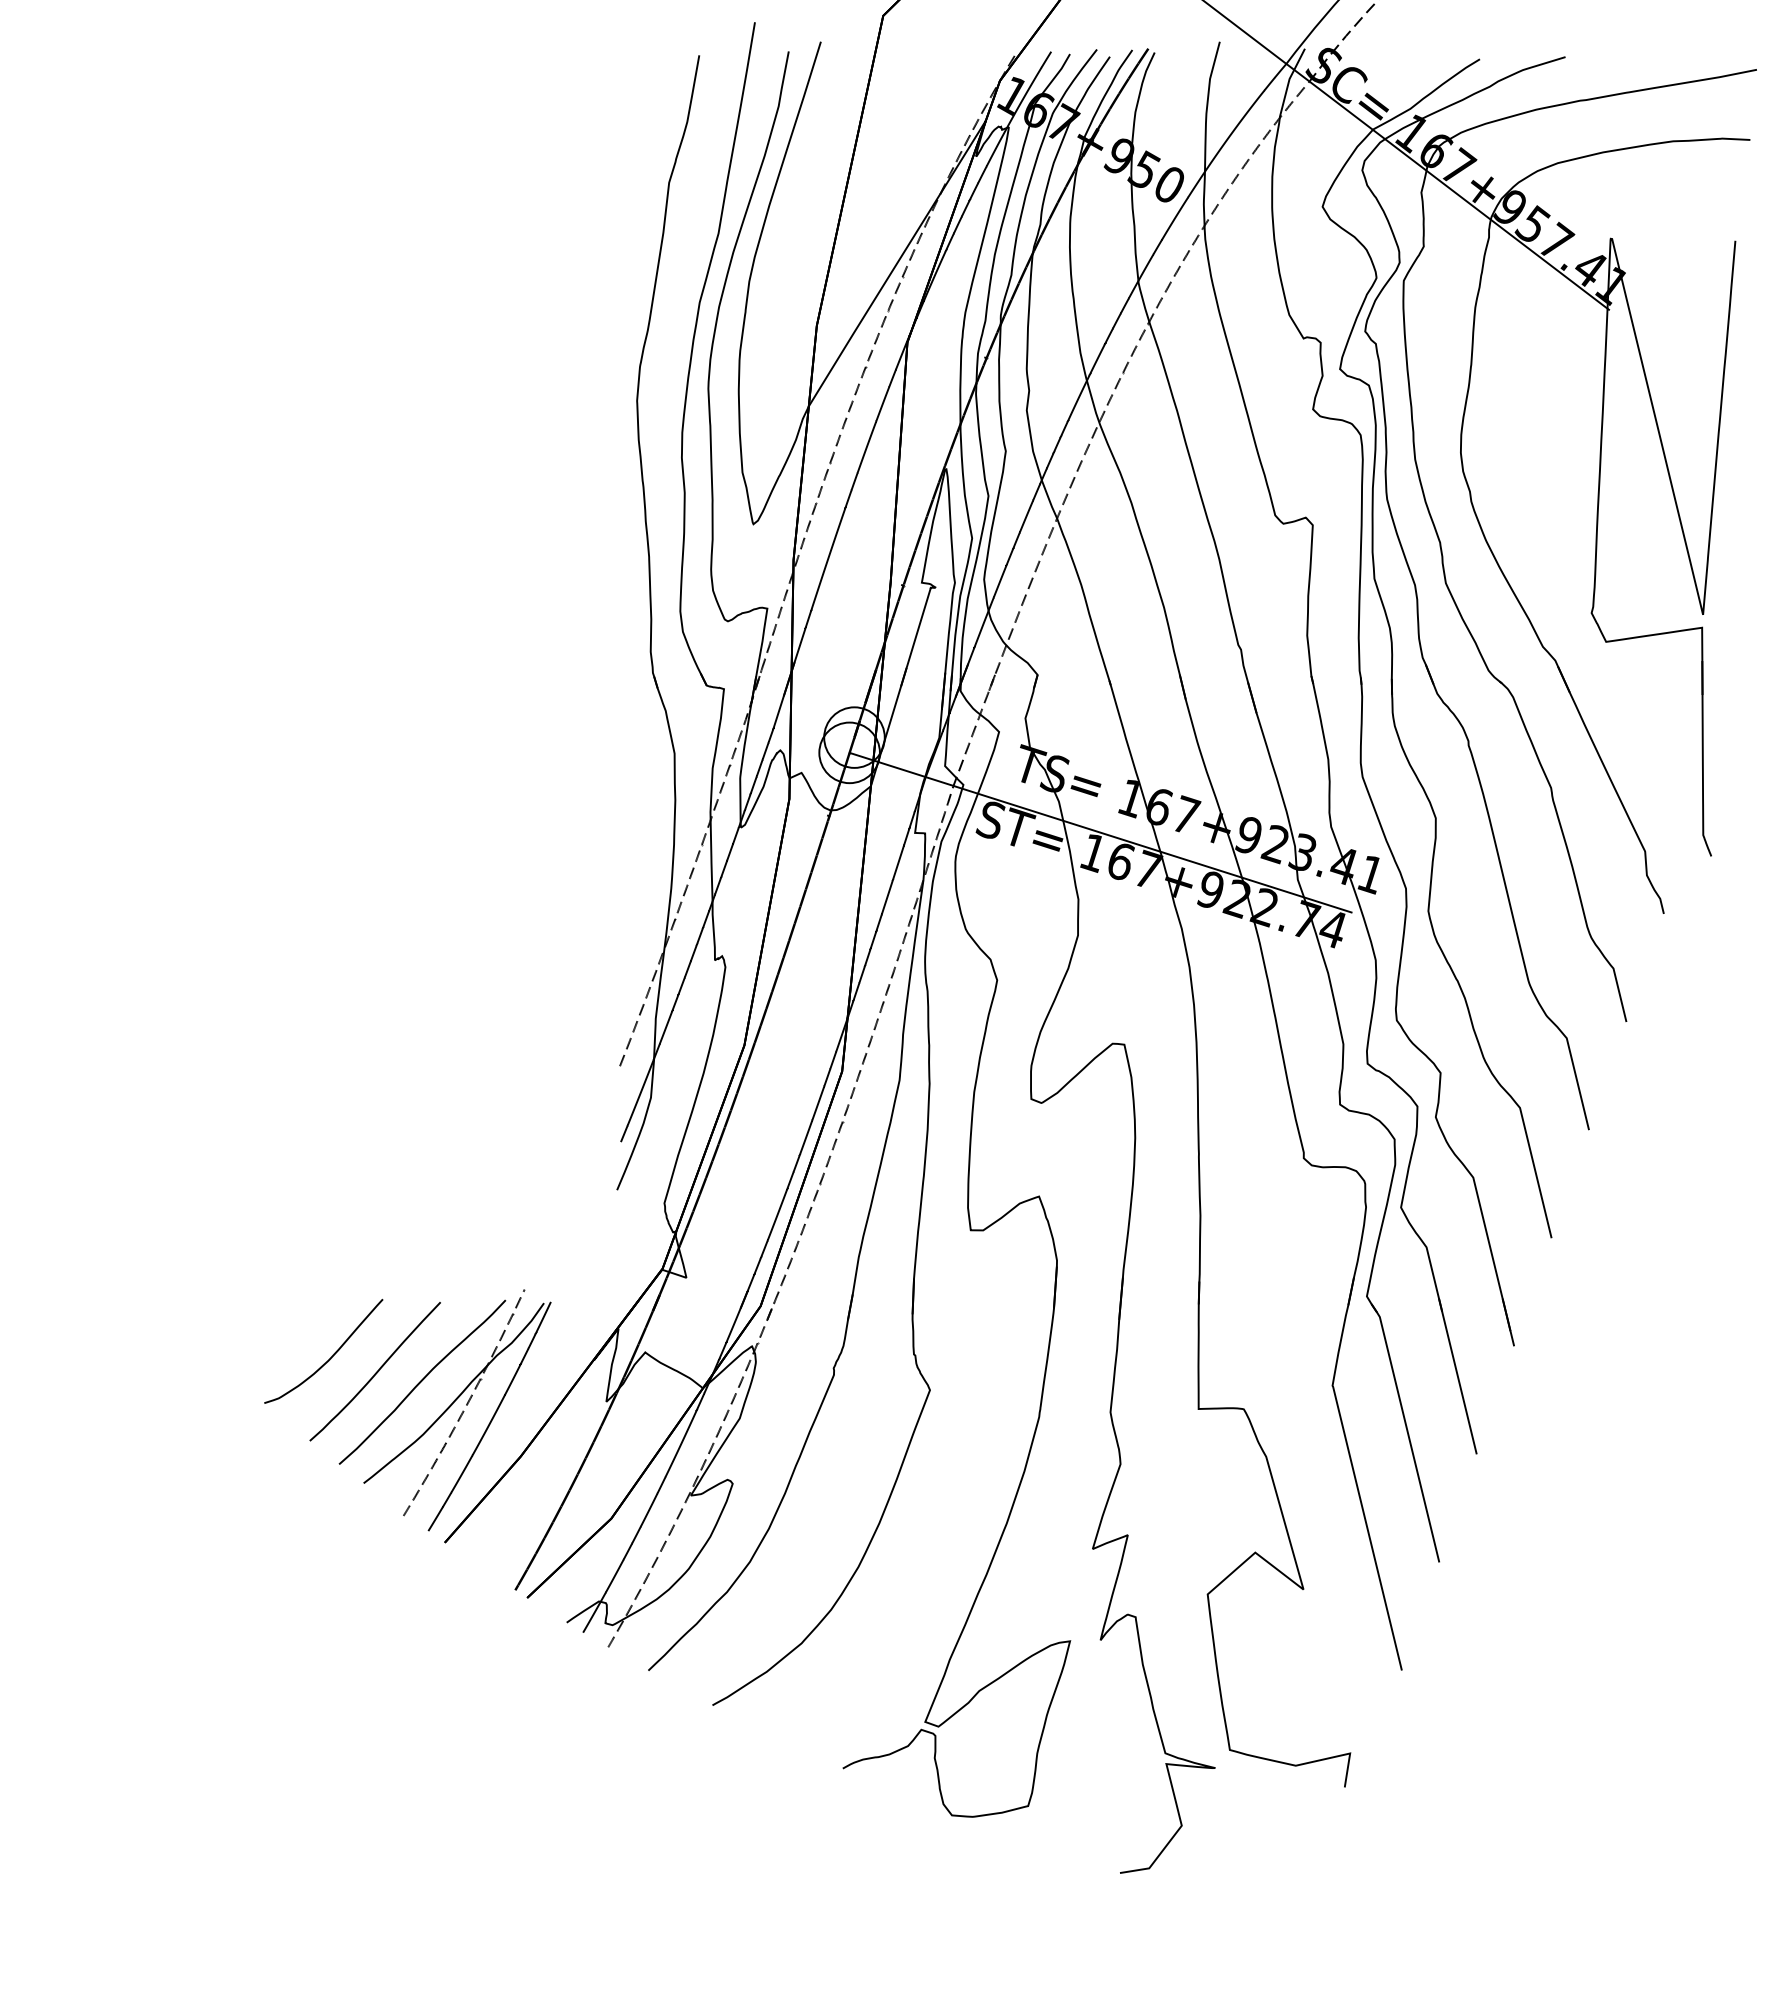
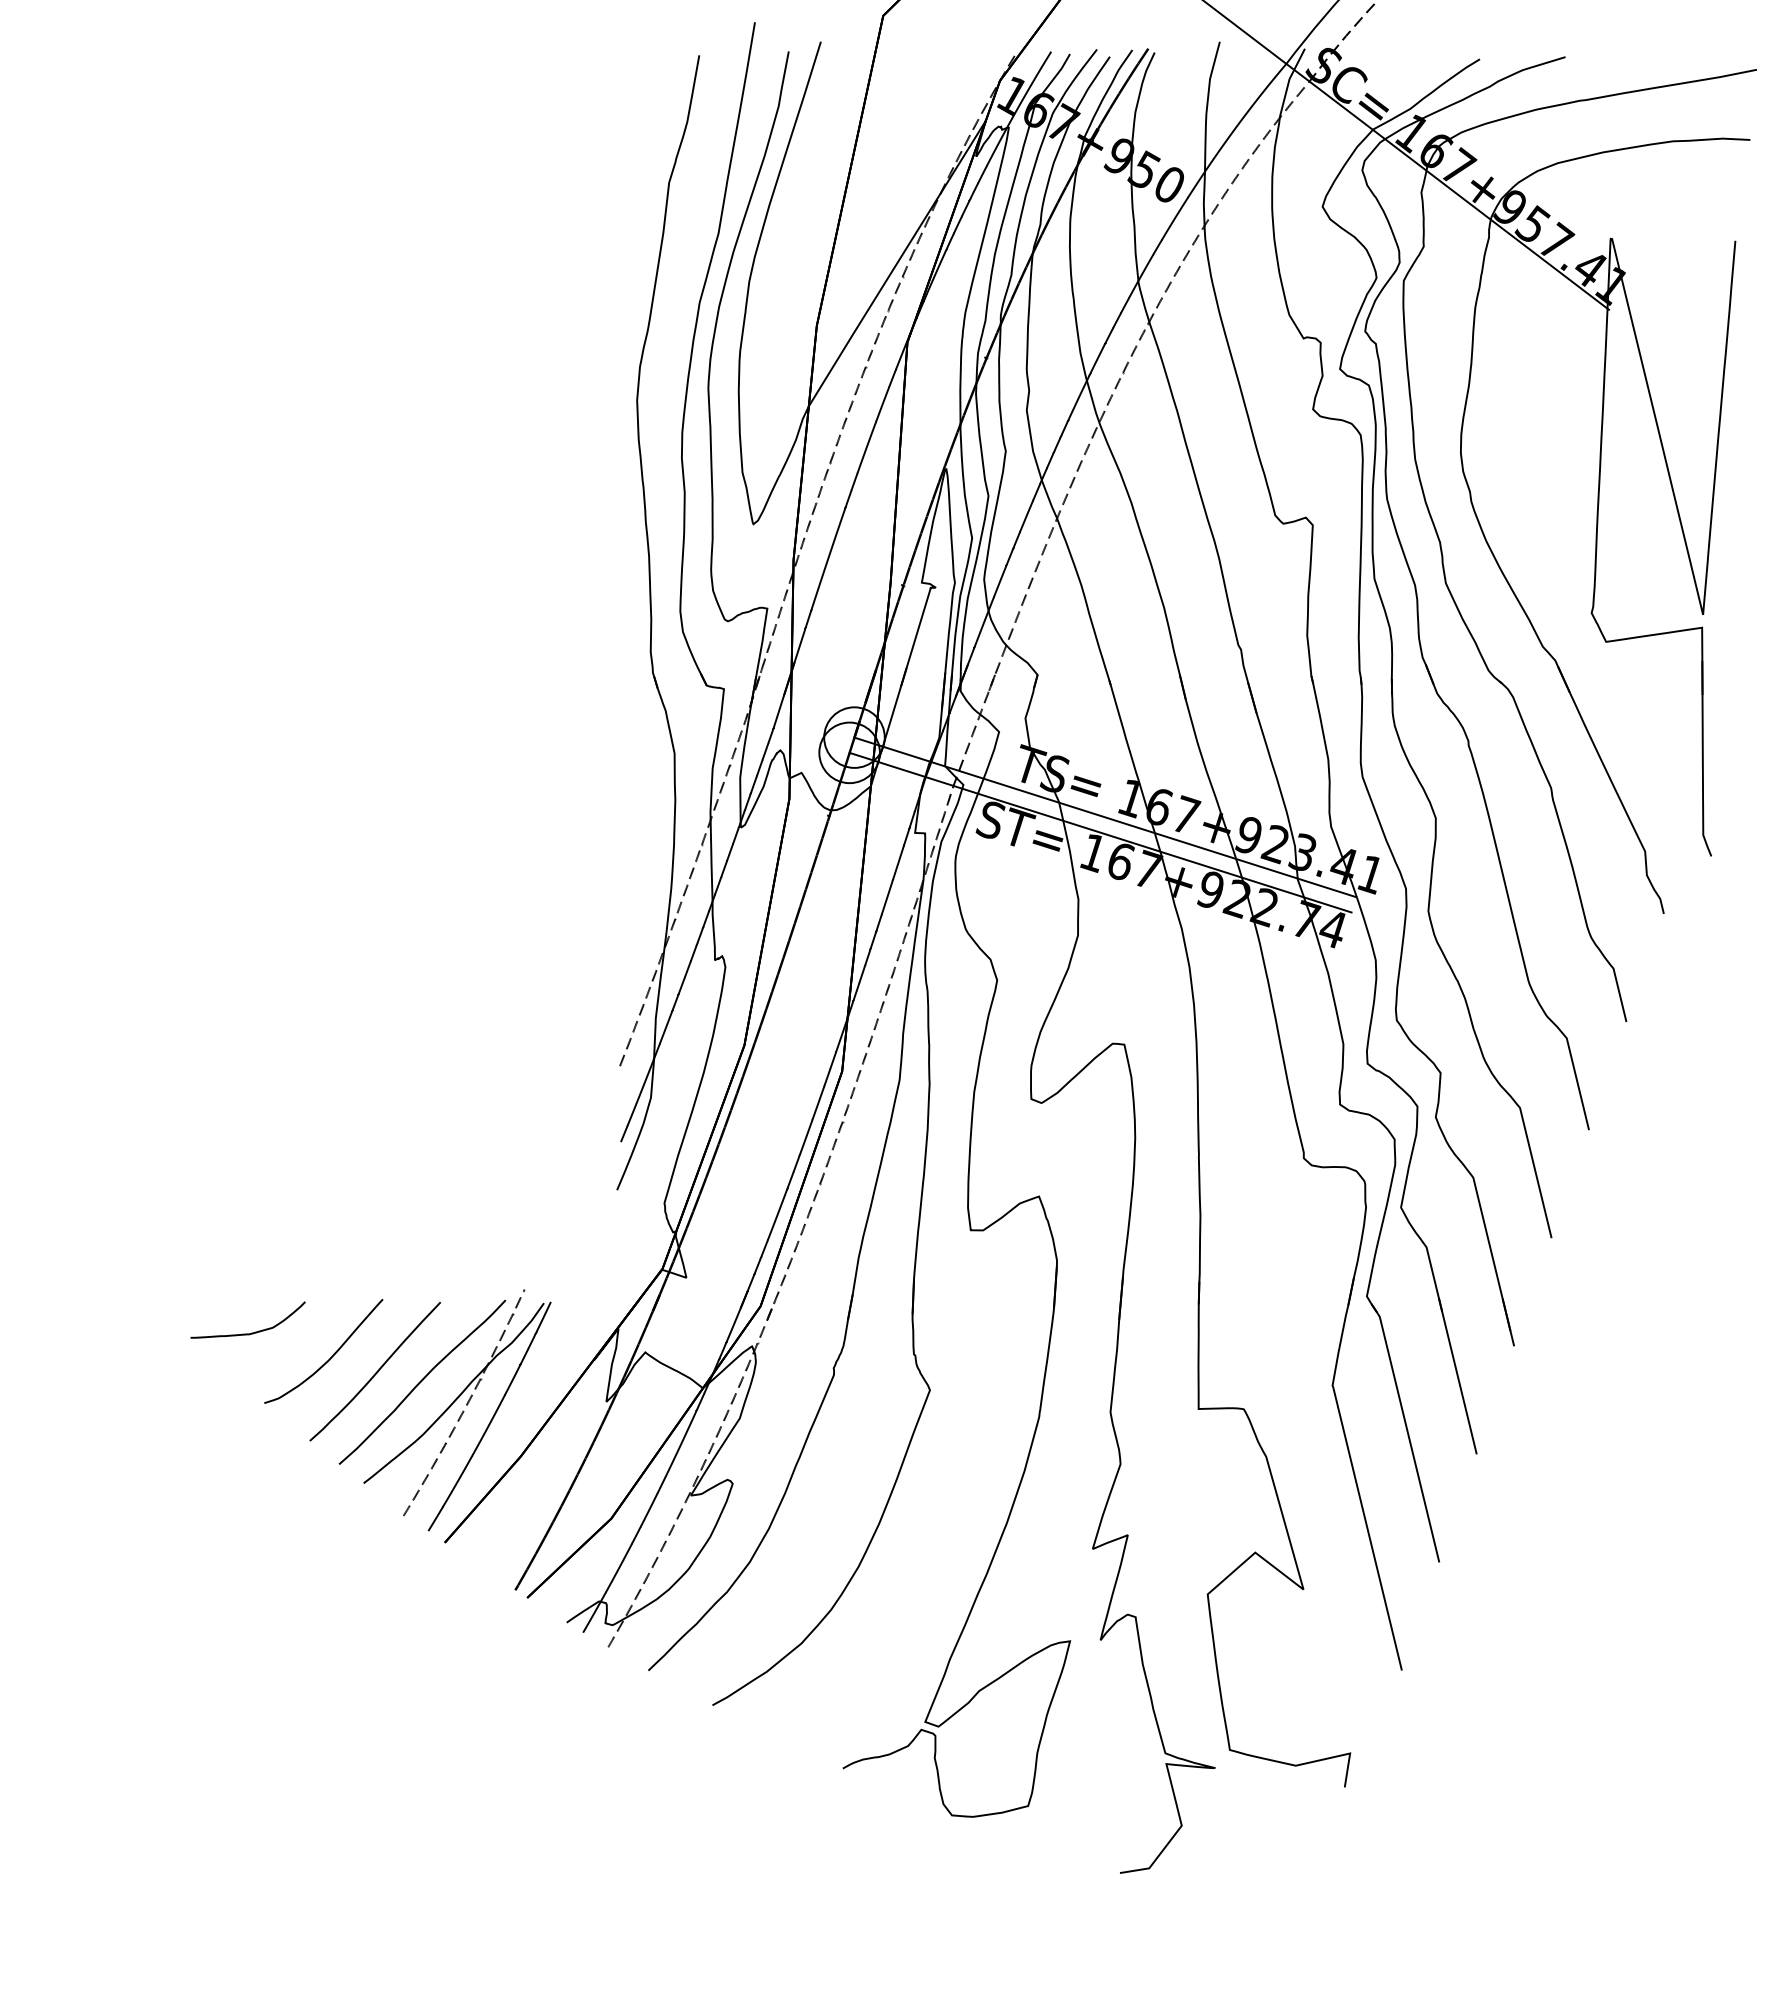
line at (1105, 817): none -> present
curve at (251, 1332): none -> present
